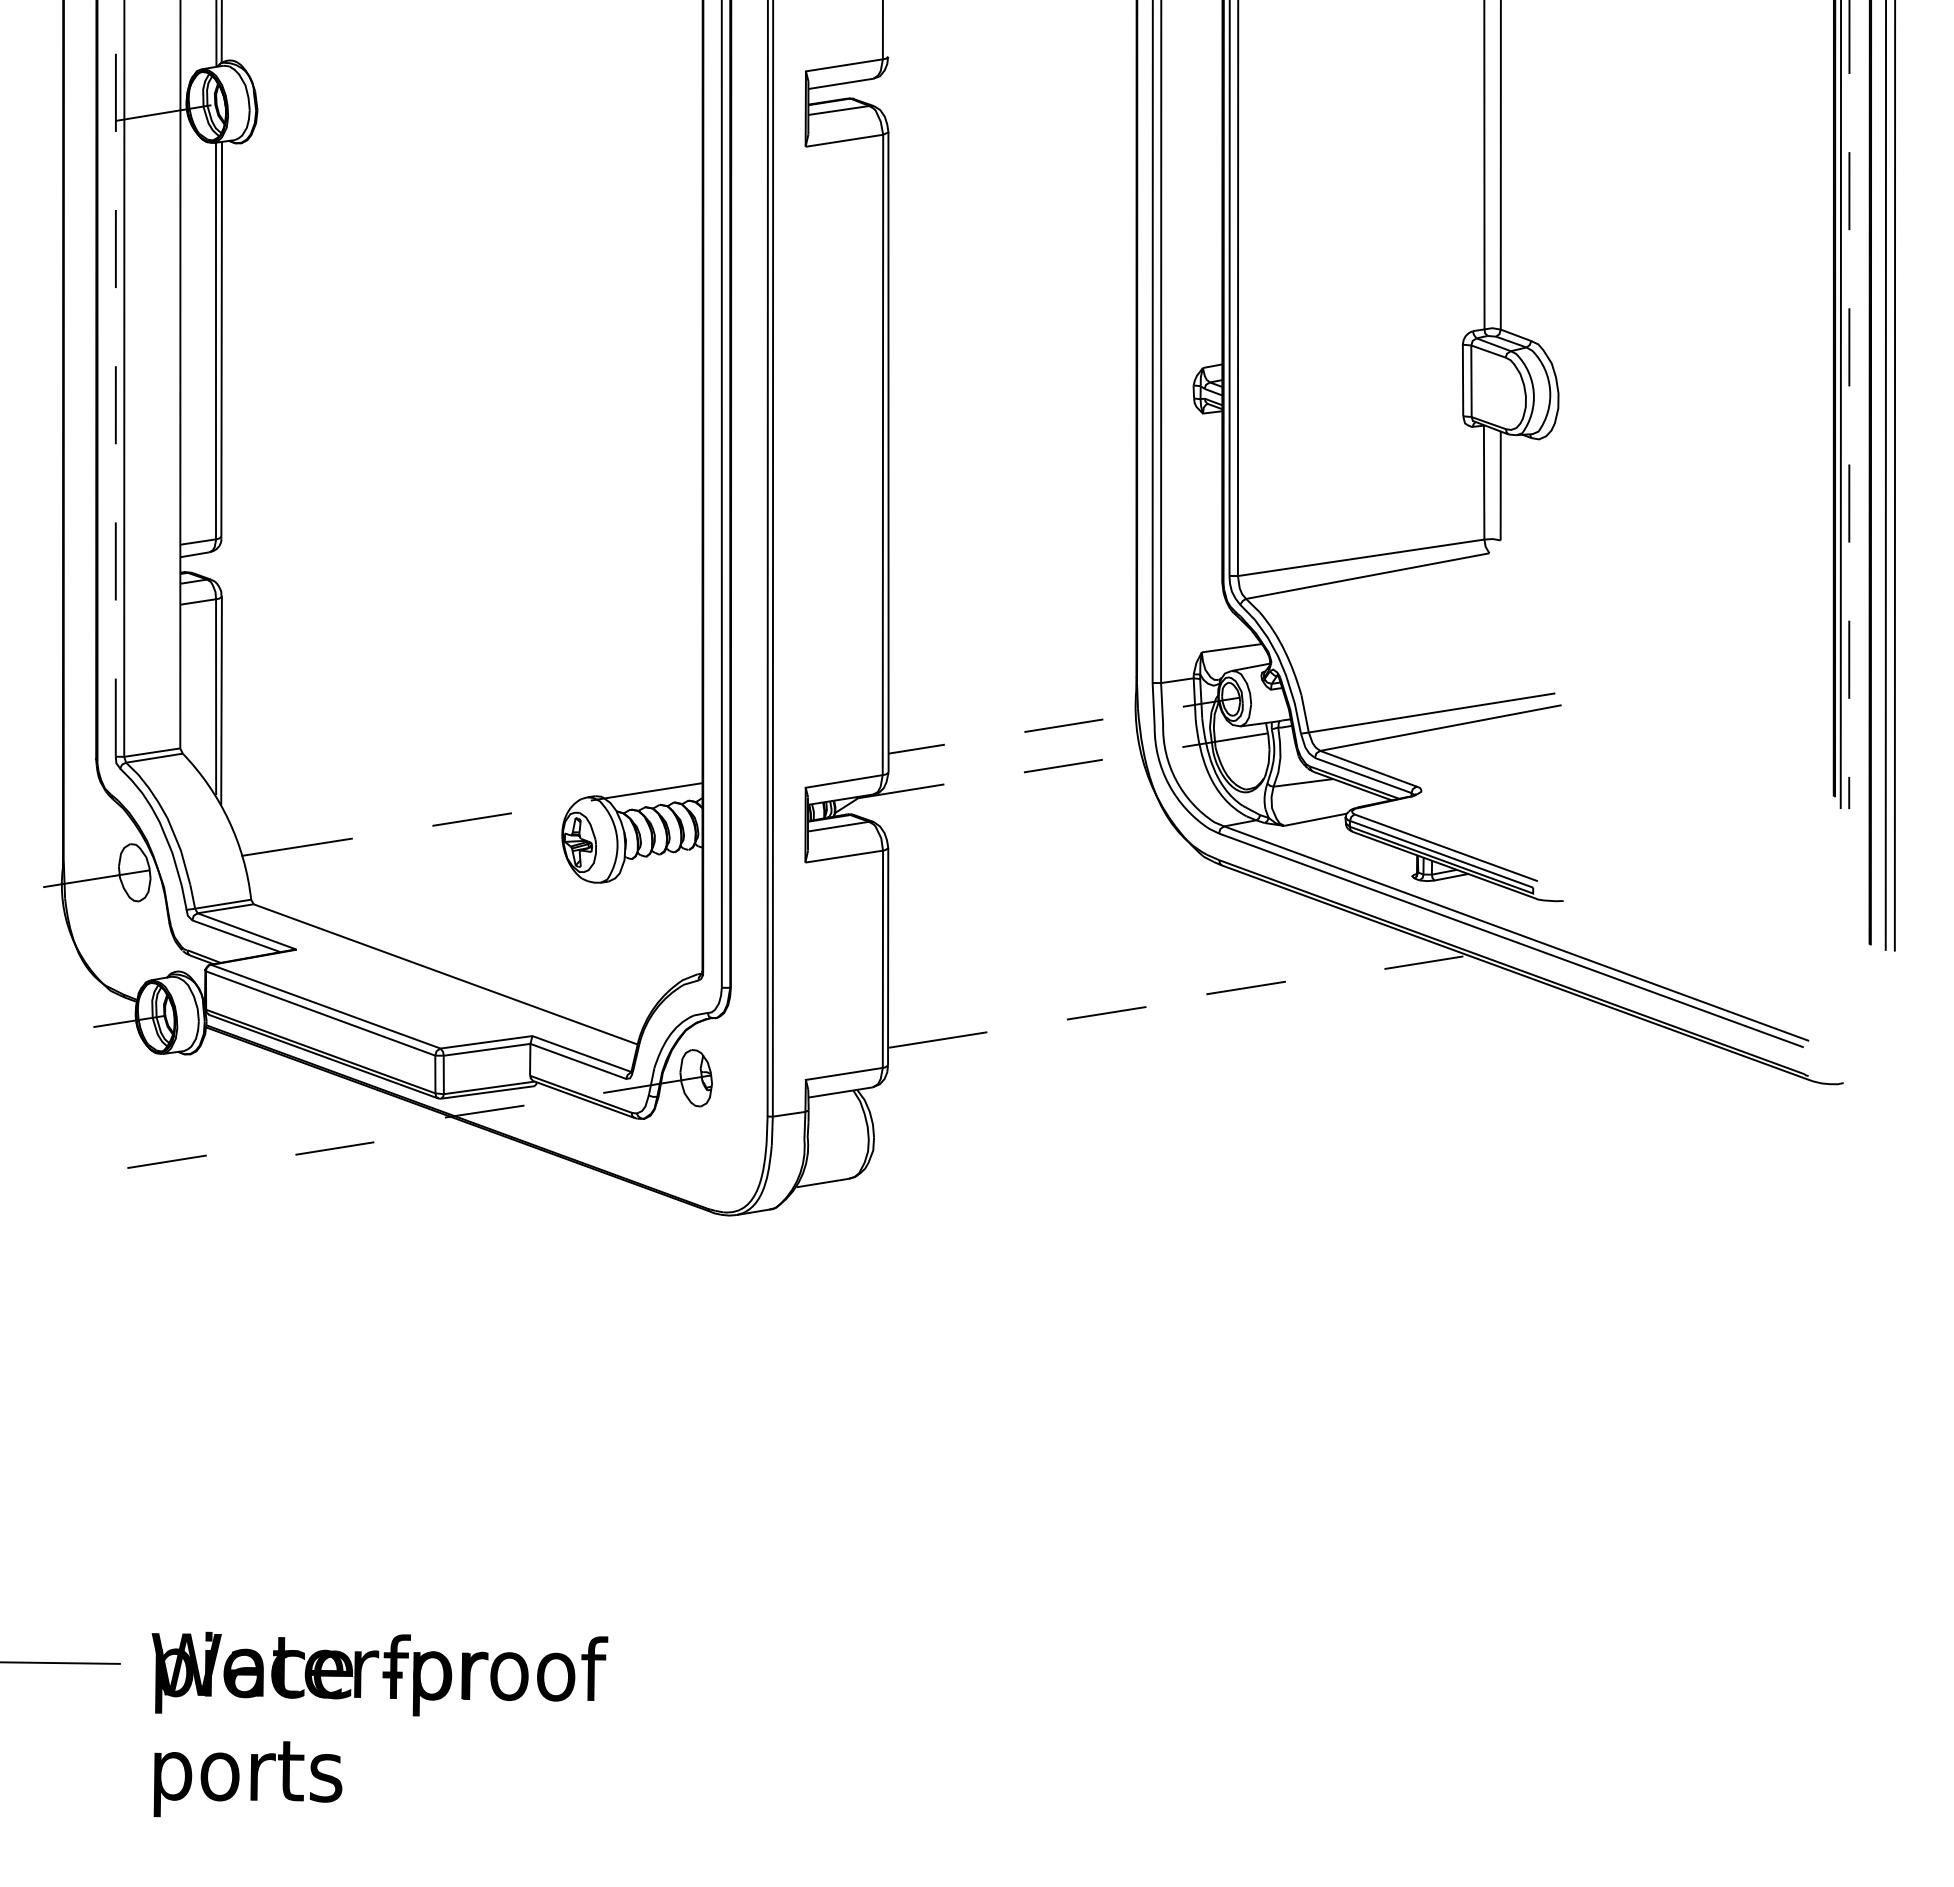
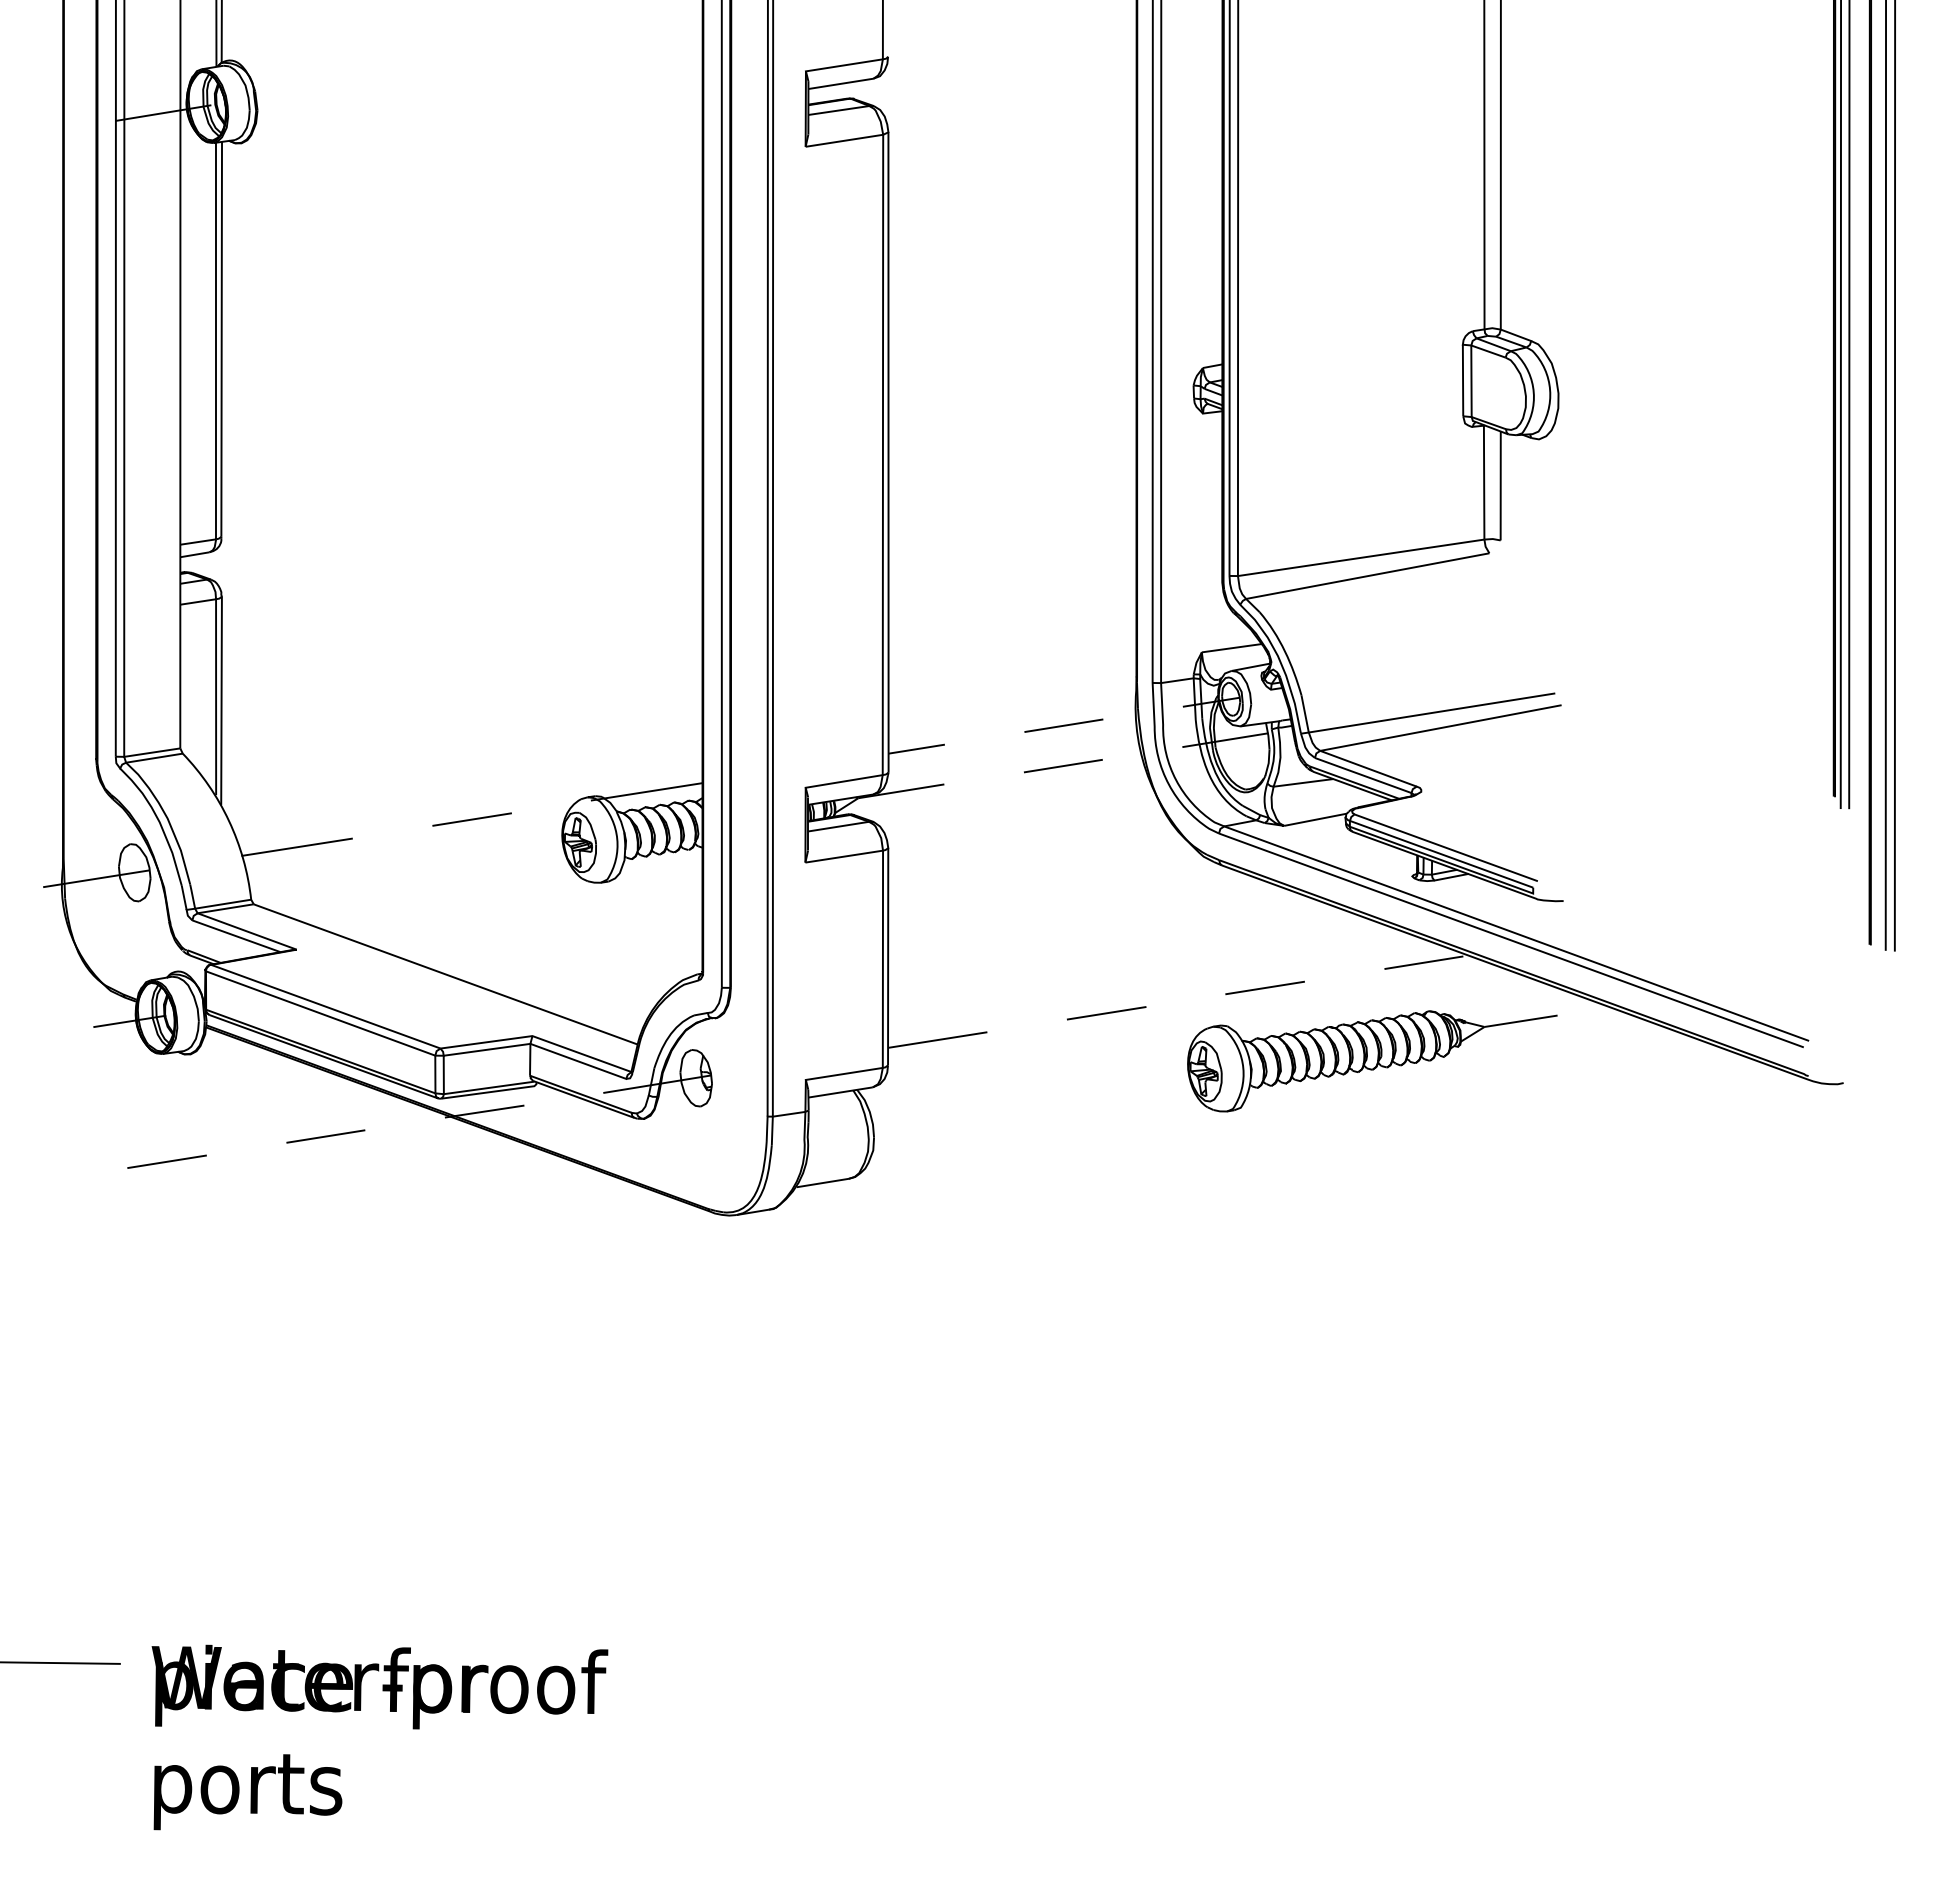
line at (115, 378): dashed -> solid
line at (1849, 405): dashed -> solid
line at (1245, 987) position: (1245, 987) -> (1264, 987)
part at (1372, 1061): none -> present
line at (334, 1148) position: (334, 1148) -> (325, 1136)
text at (379, 1724) position: (379, 1724) -> (379, 1737)
